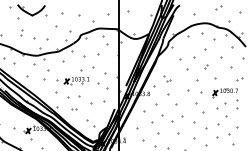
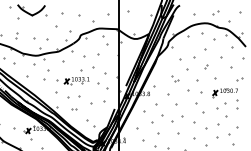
part at (218, 7) position: (218, 7) -> (215, 12)
part at (21, 32) position: (21, 32) -> (16, 35)
part at (167, 78) position: (167, 78) -> (175, 78)
